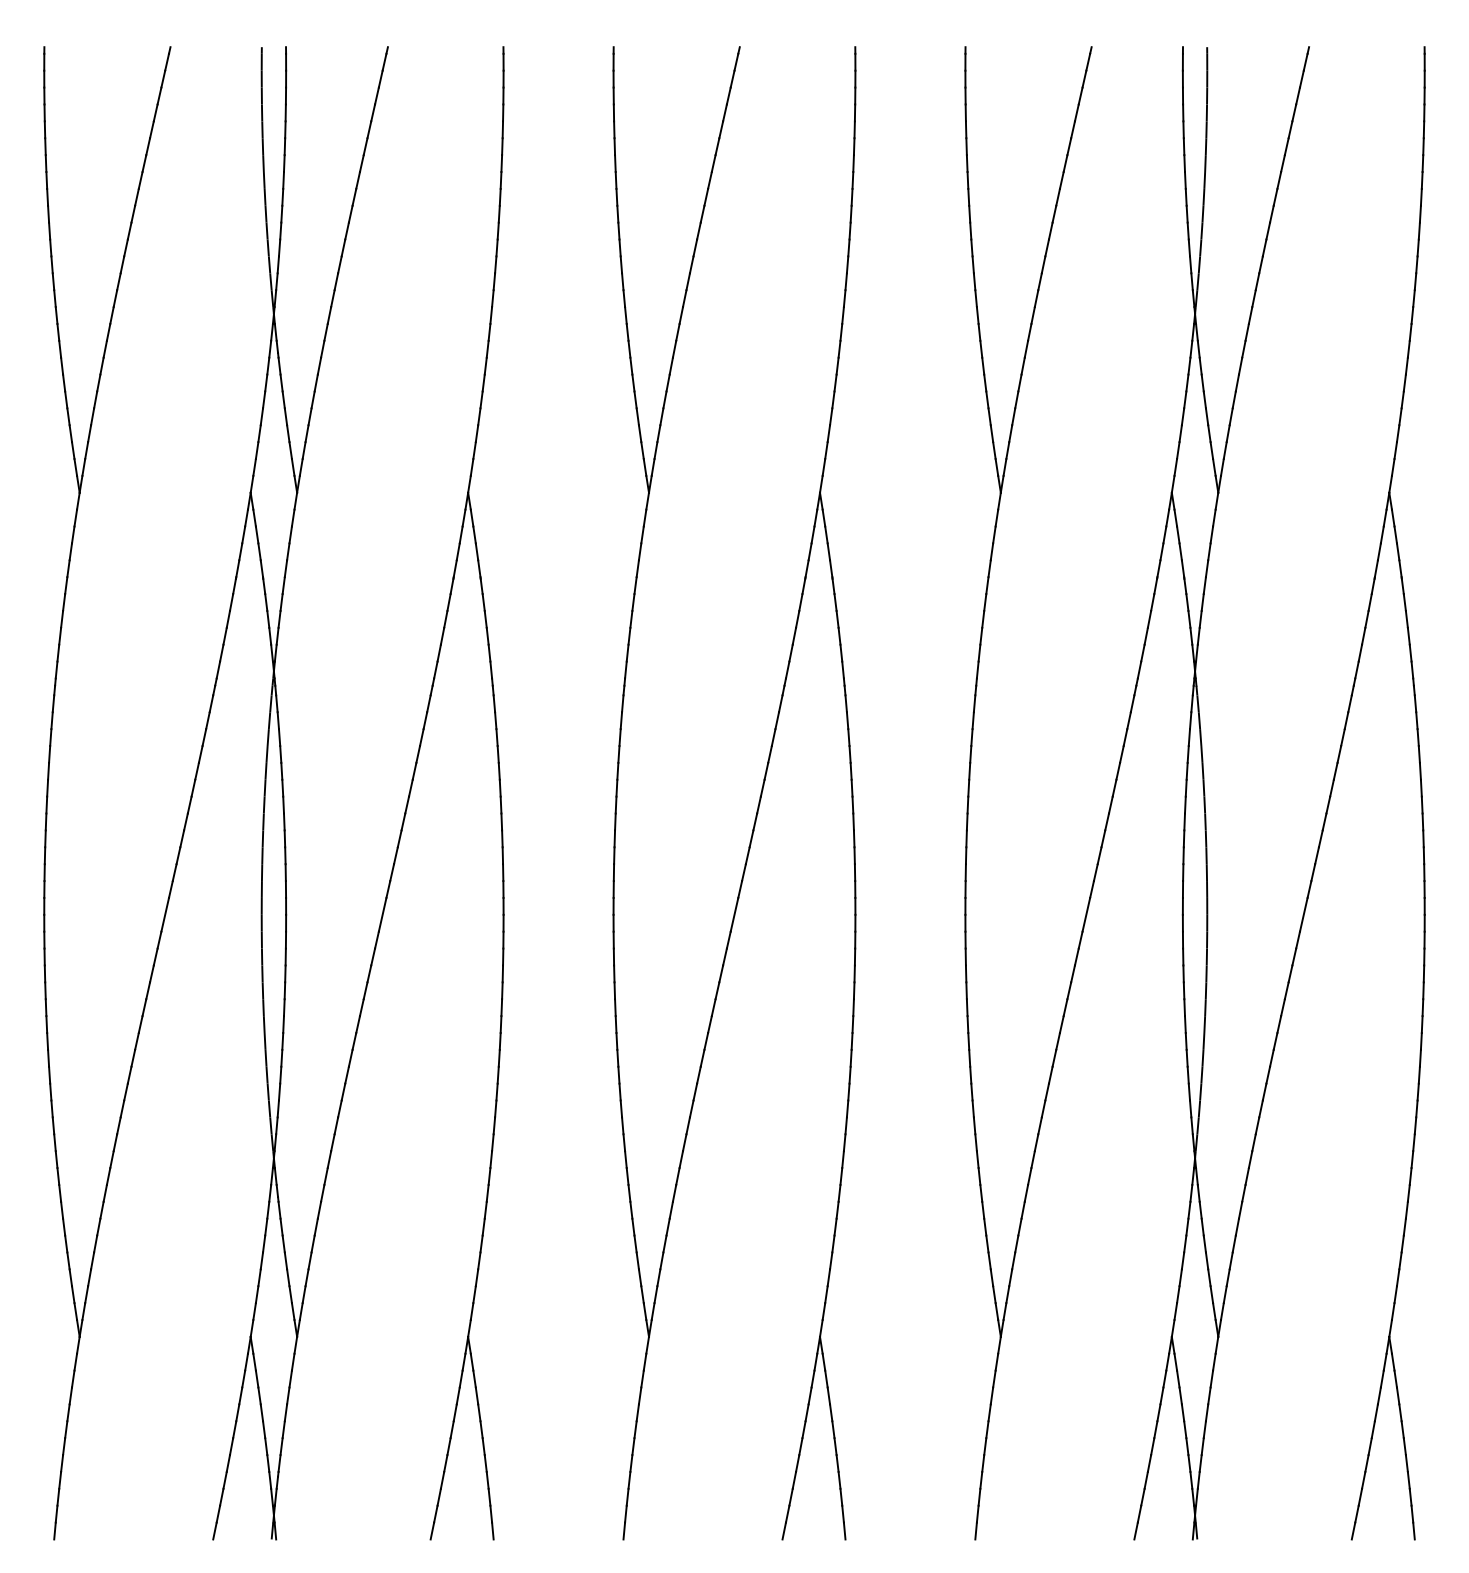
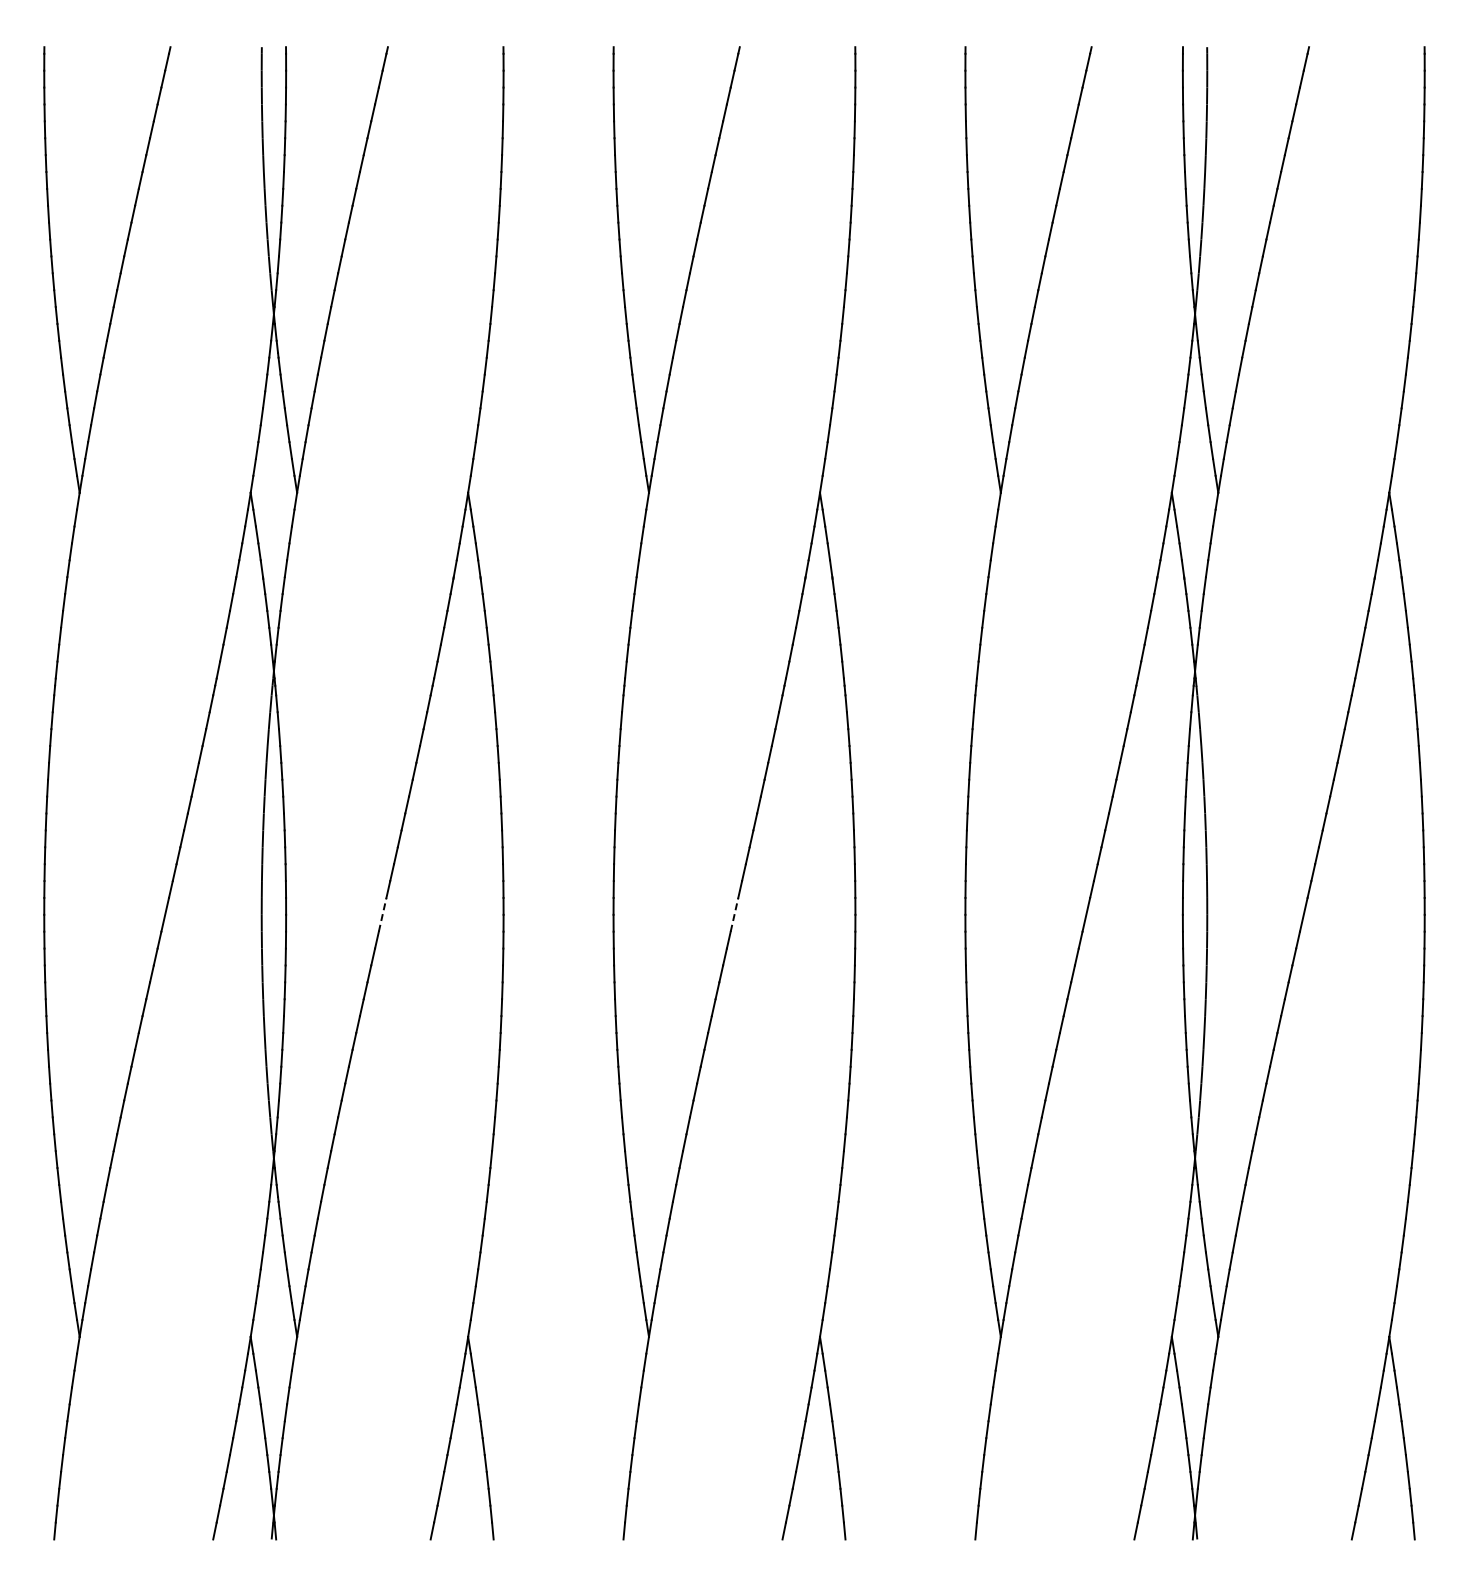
line at (382, 914): solid -> dashed
line at (734, 914): solid -> dashed
